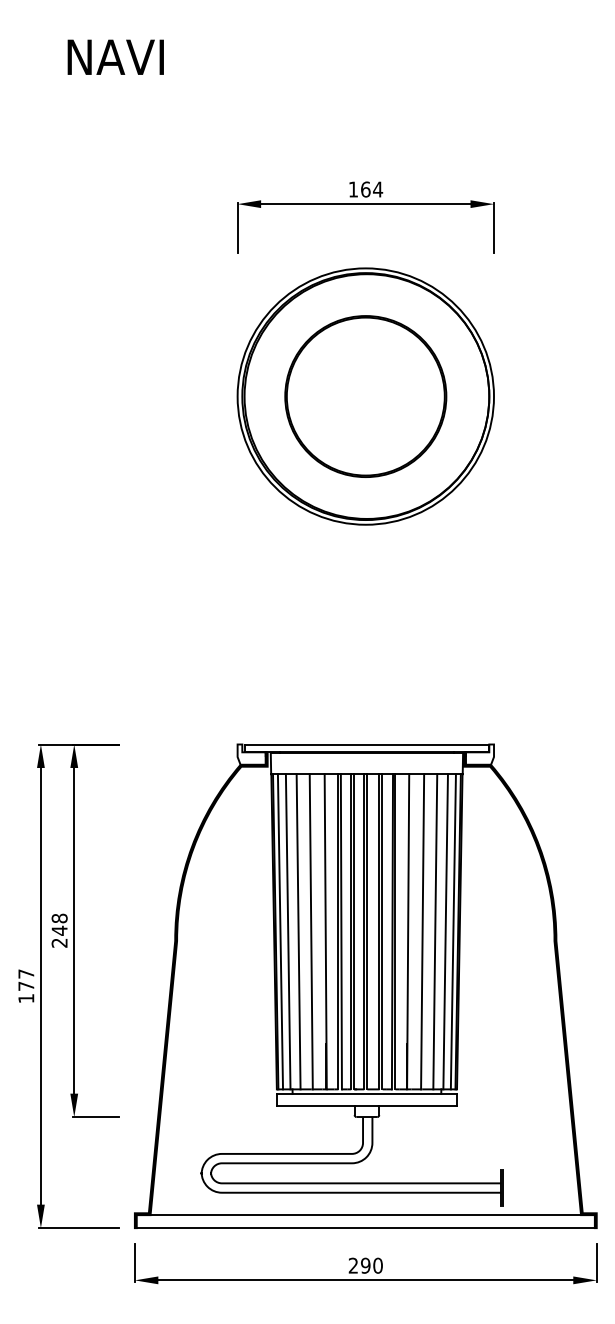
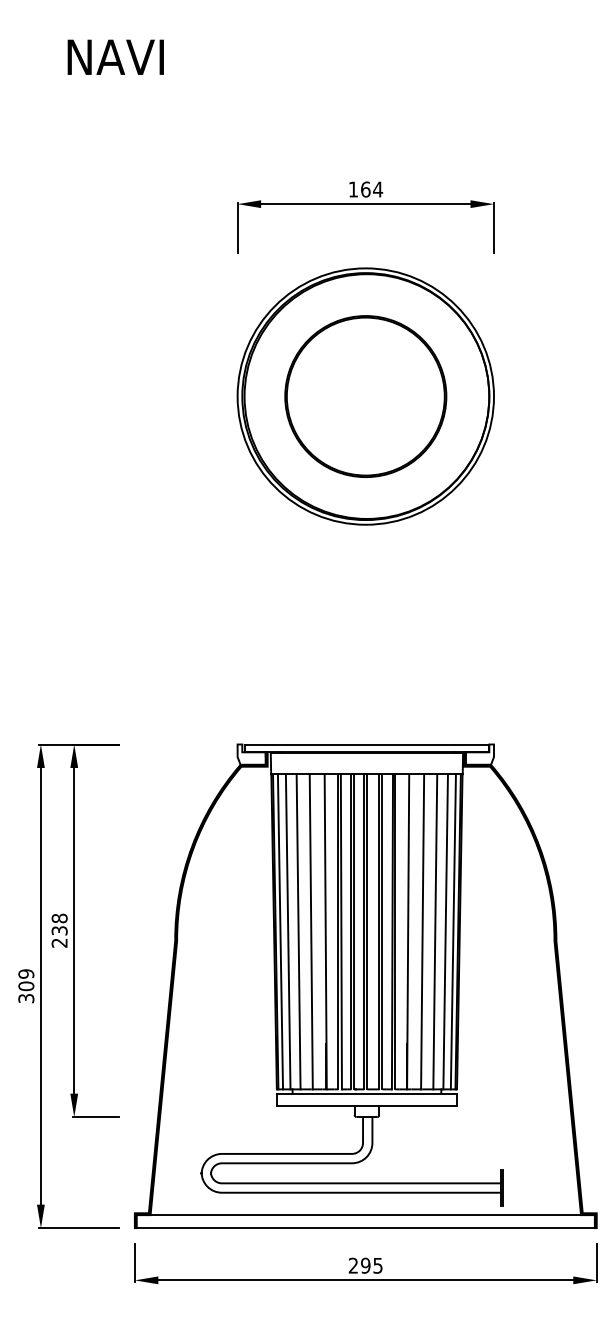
text at (59, 930): 248 -> 238
text at (26, 986): 177 -> 309
text at (377, 1265): 290 -> 295
